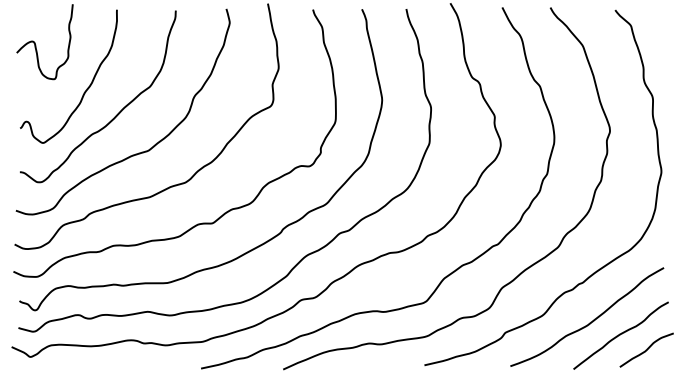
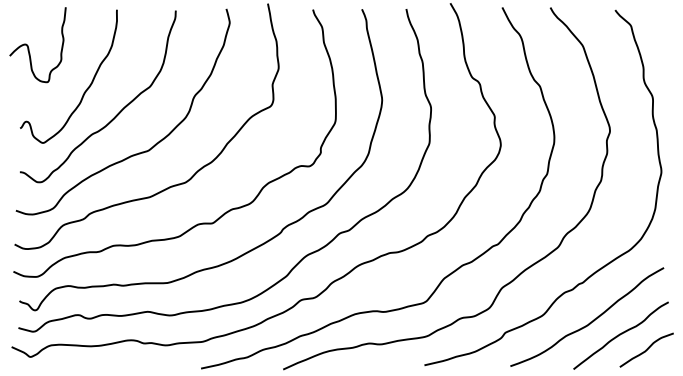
curve at (36, 45) position: (36, 45) -> (29, 48)
